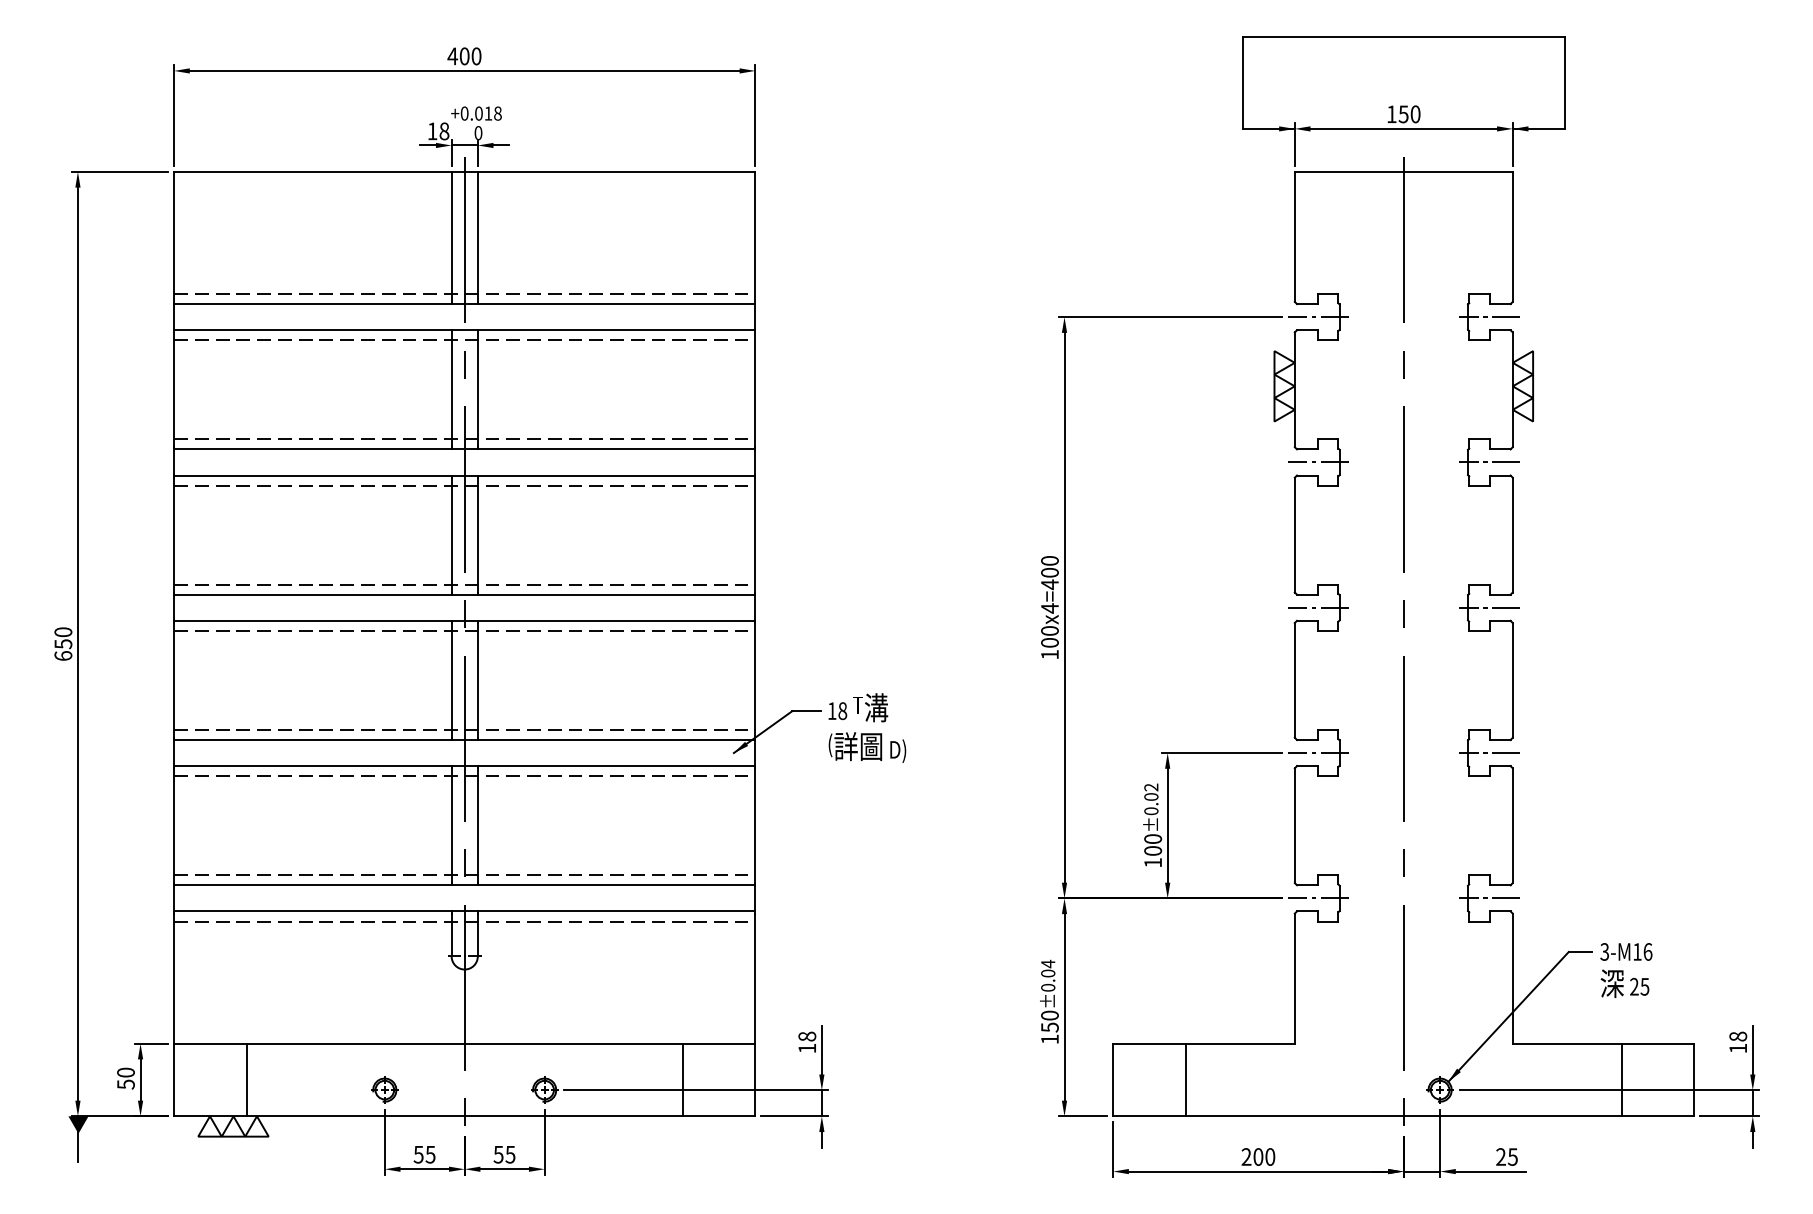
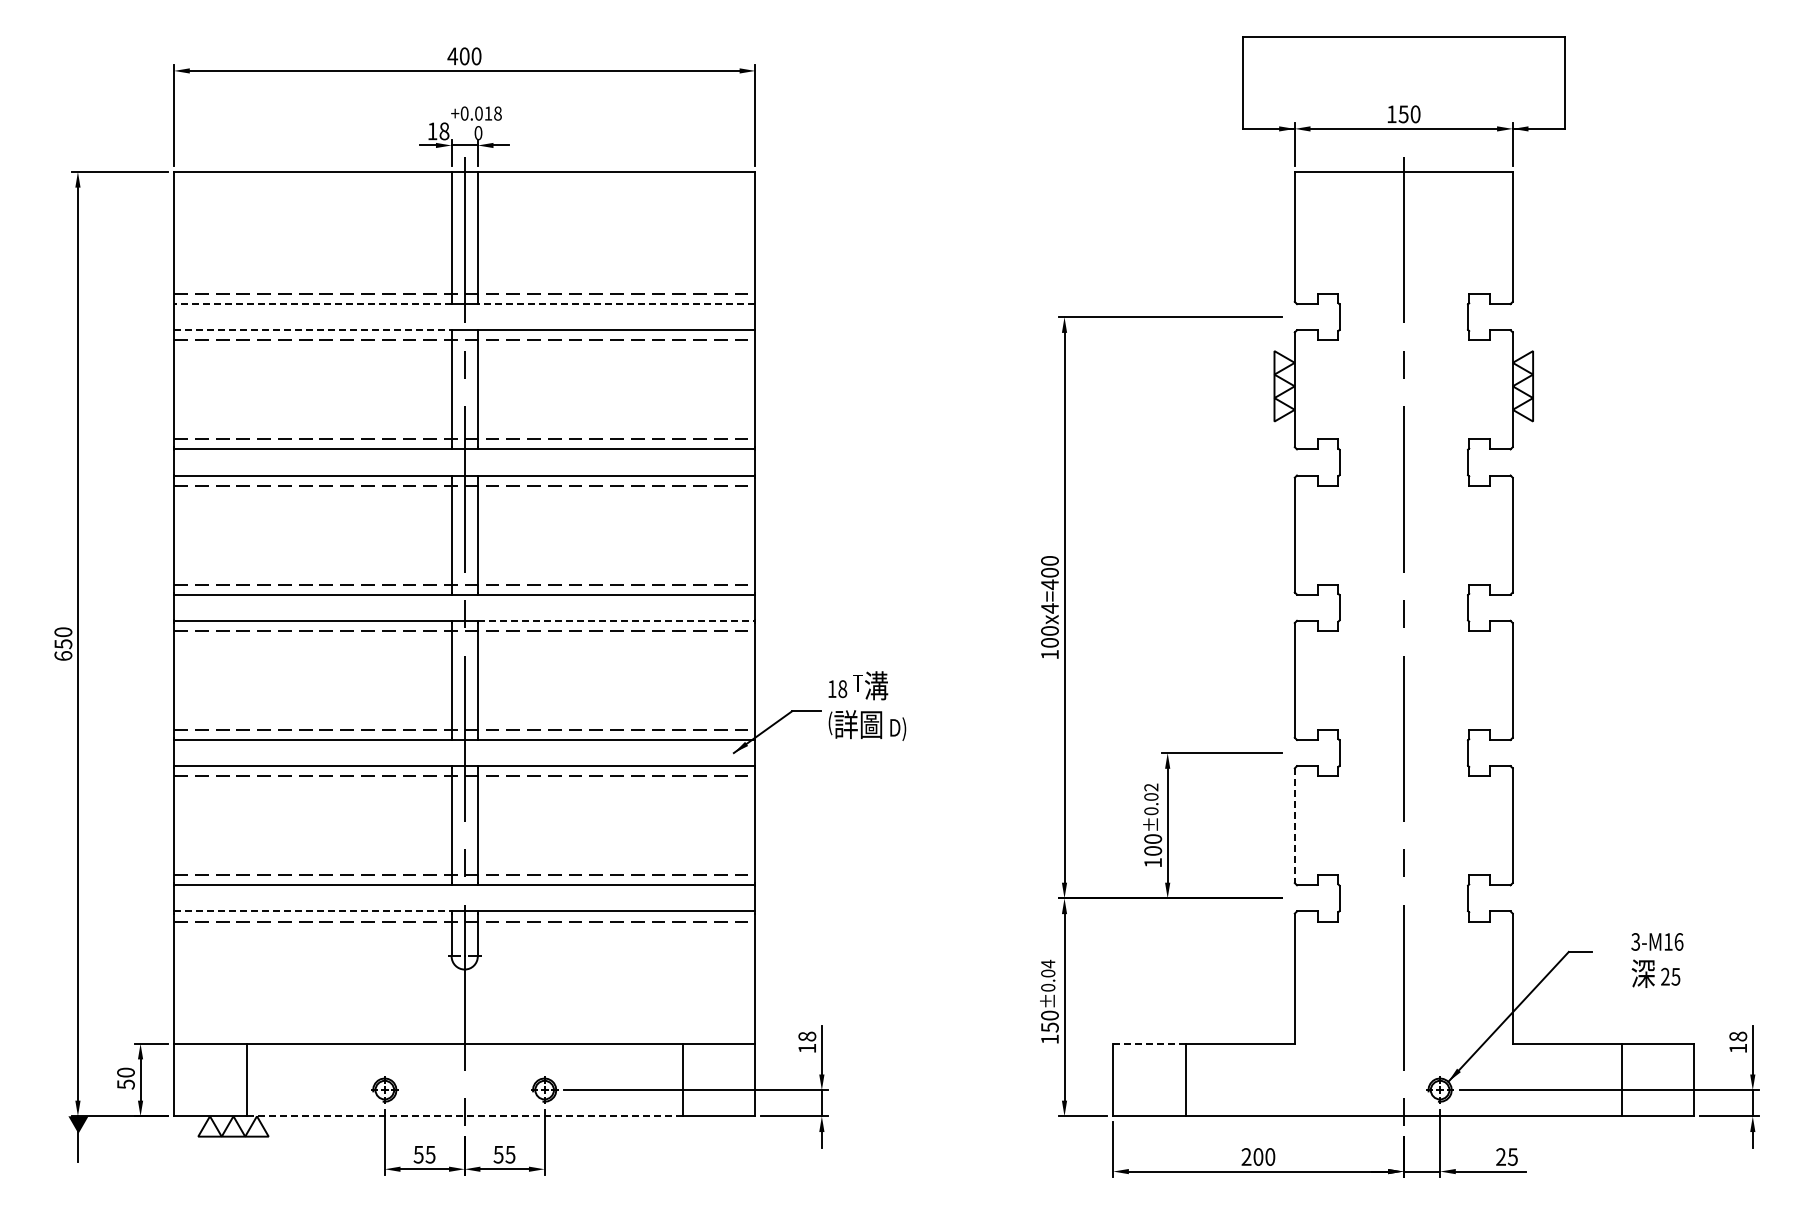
line at (312, 304): solid -> dashed
line at (616, 304): solid -> dashed
line at (1317, 317): present -> none
line at (1489, 317): present -> none
line at (312, 330): solid -> dashed
line at (1317, 462): present -> none
line at (1489, 462): present -> none
line at (1317, 607): present -> none
line at (1489, 607): present -> none
line at (616, 620): solid -> dashed
text at (867, 727) position: (867, 727) -> (867, 705)
line at (1317, 753): present -> none
line at (1489, 753): present -> none
line at (1294, 826): solid -> dashed
line at (1317, 898): present -> none
line at (1489, 898): present -> none
line at (312, 911): solid -> dashed
text at (1626, 970) position: (1626, 970) -> (1657, 960)
line at (1150, 1043): solid -> dashed
line at (464, 1116): solid -> dashed
